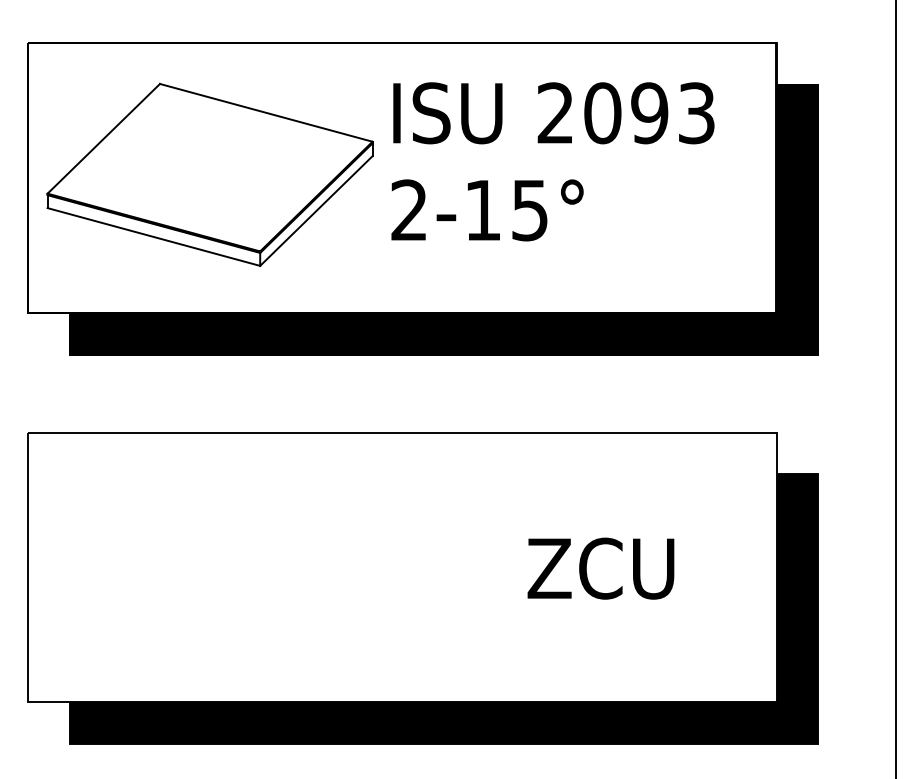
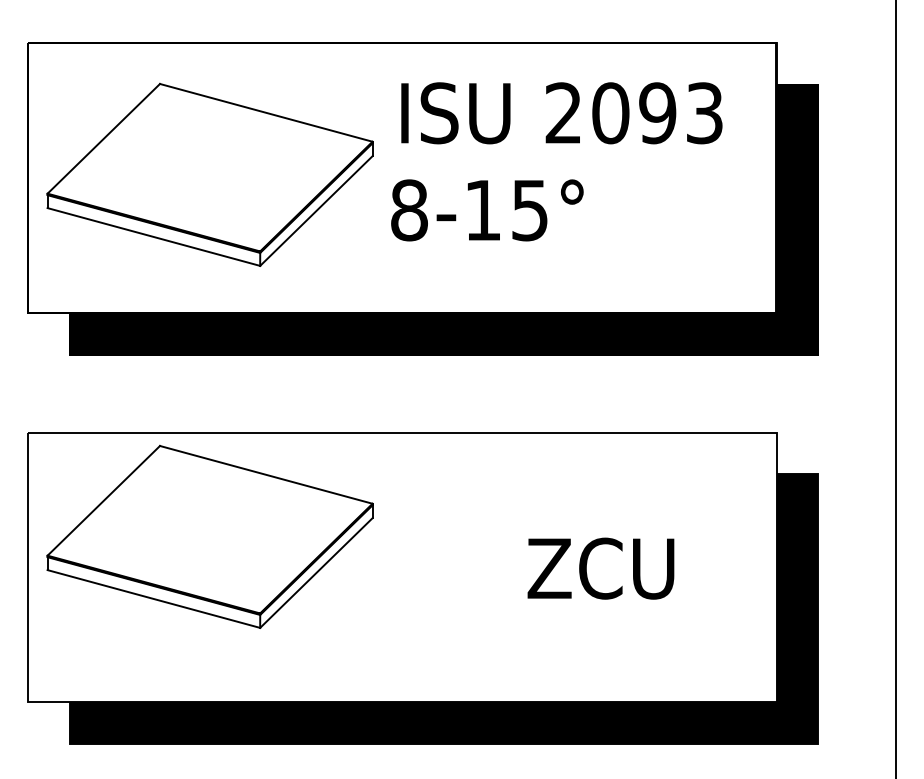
text at (553, 113) position: (553, 113) -> (561, 113)
text at (409, 210): 2-15° -> 8-15°
part at (209, 536): none -> present
